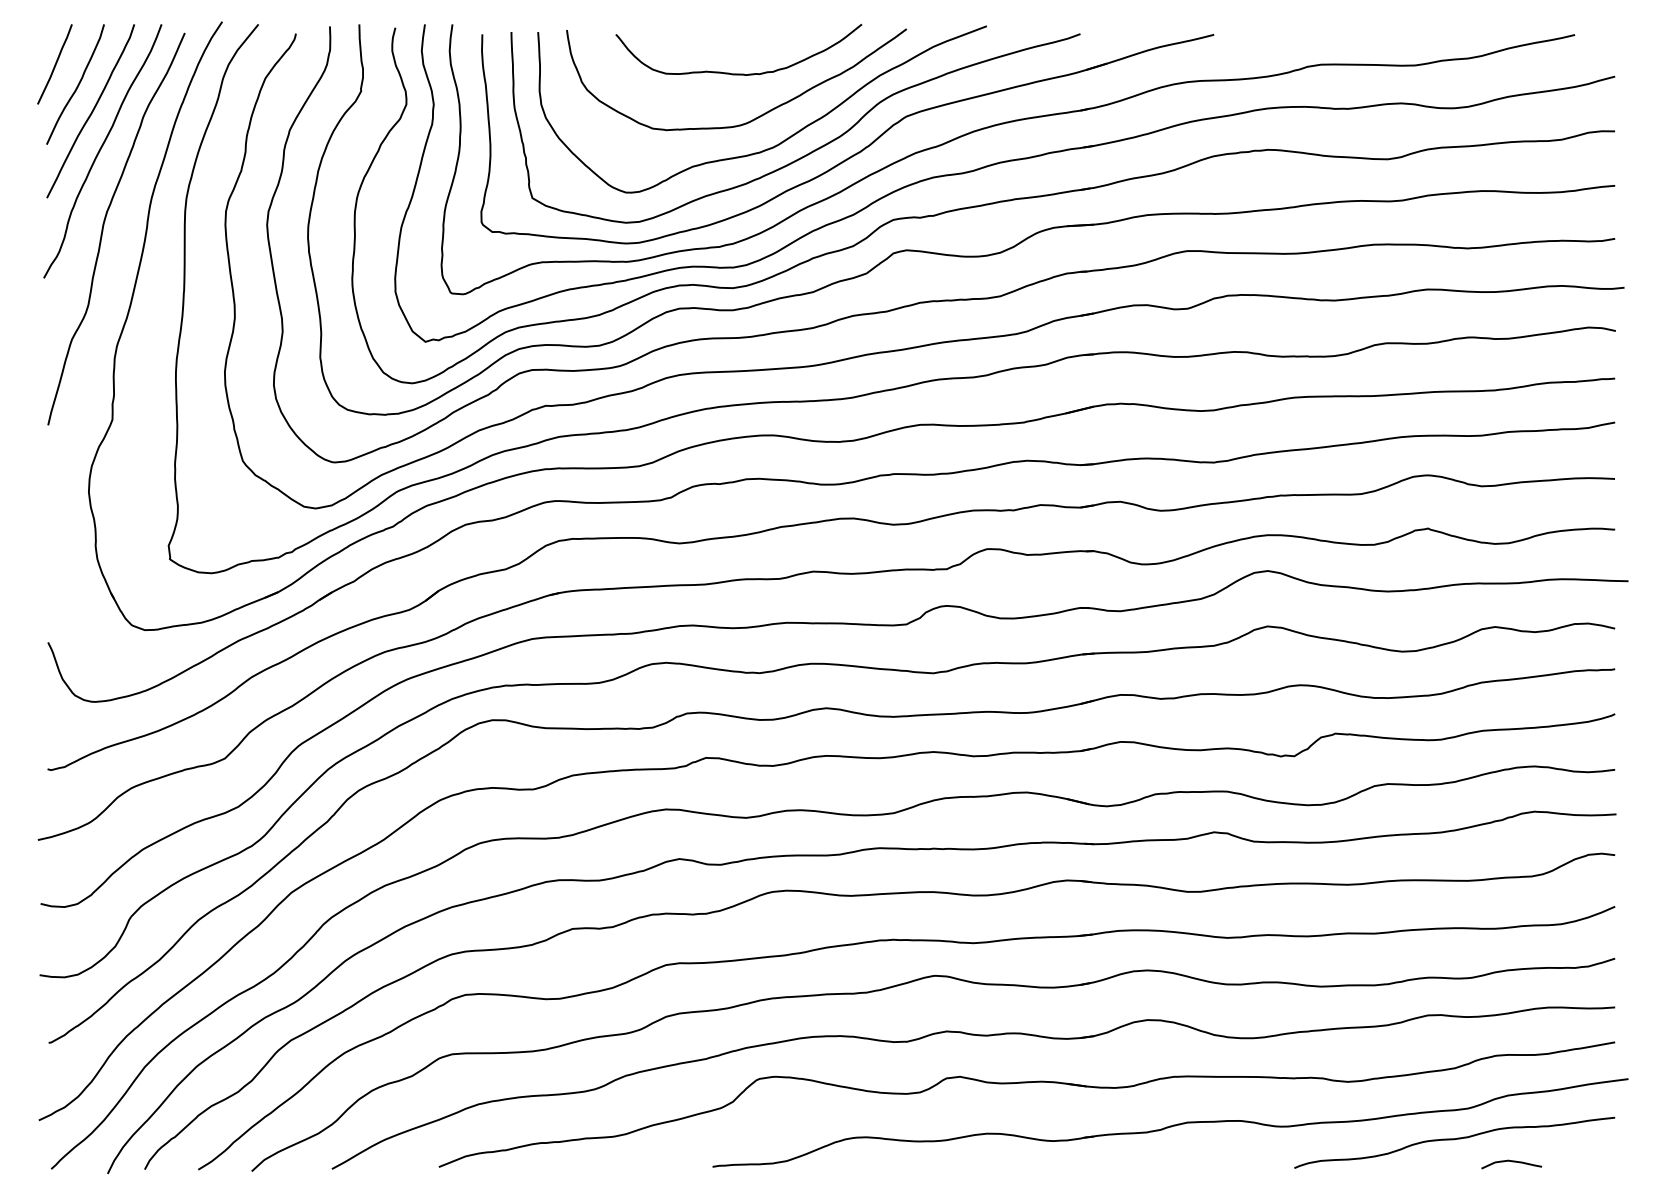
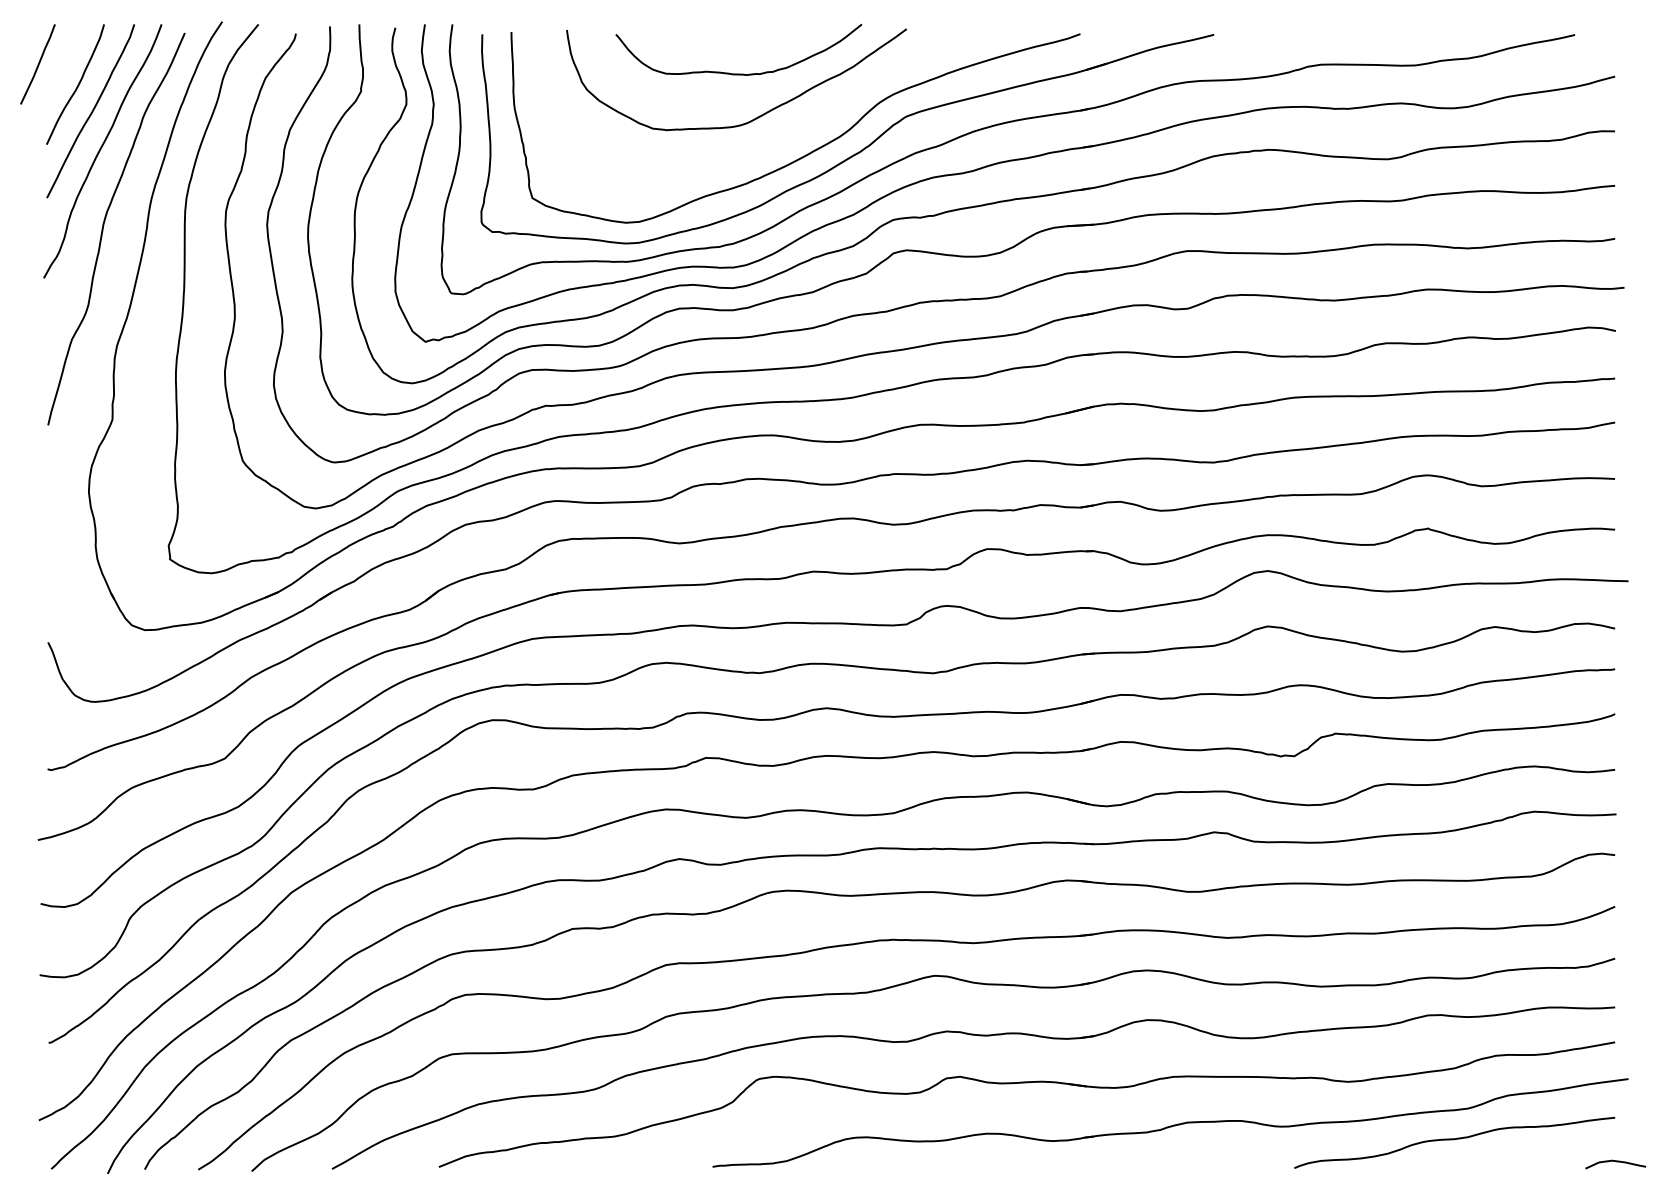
line at (54, 64) position: (54, 64) -> (37, 64)
curve at (781, 141): present -> none
curve at (1512, 1162) position: (1512, 1162) -> (1616, 1162)
